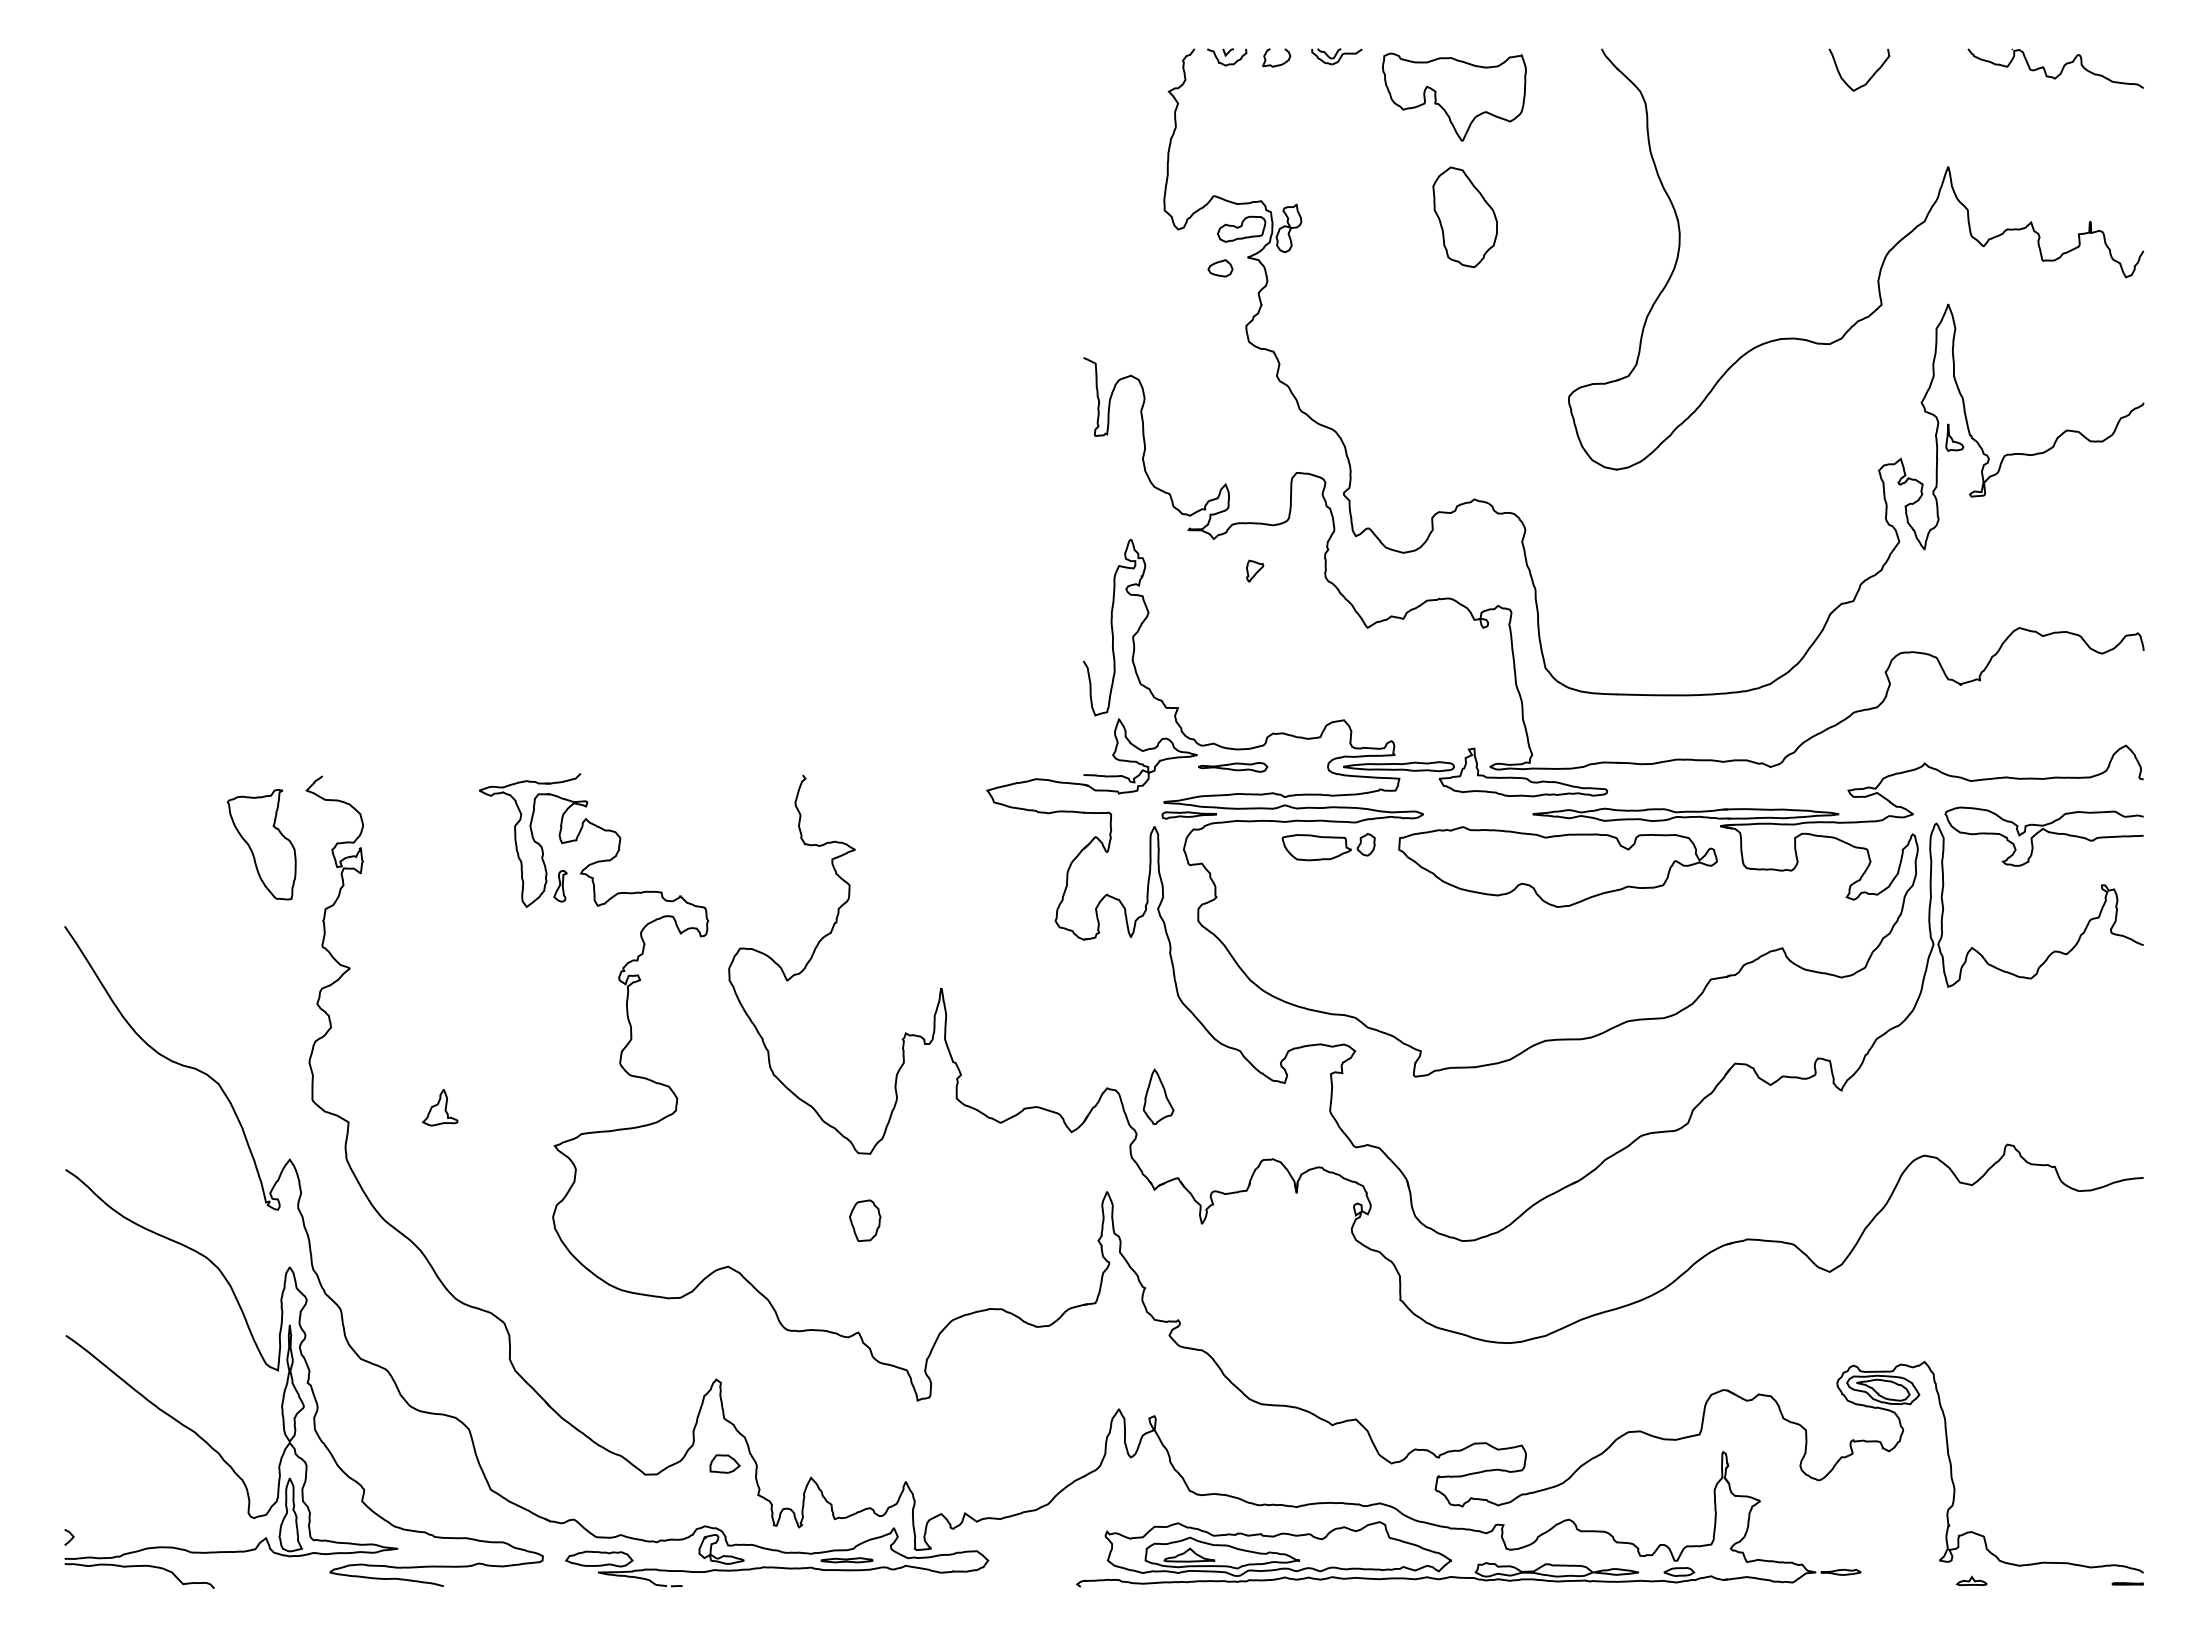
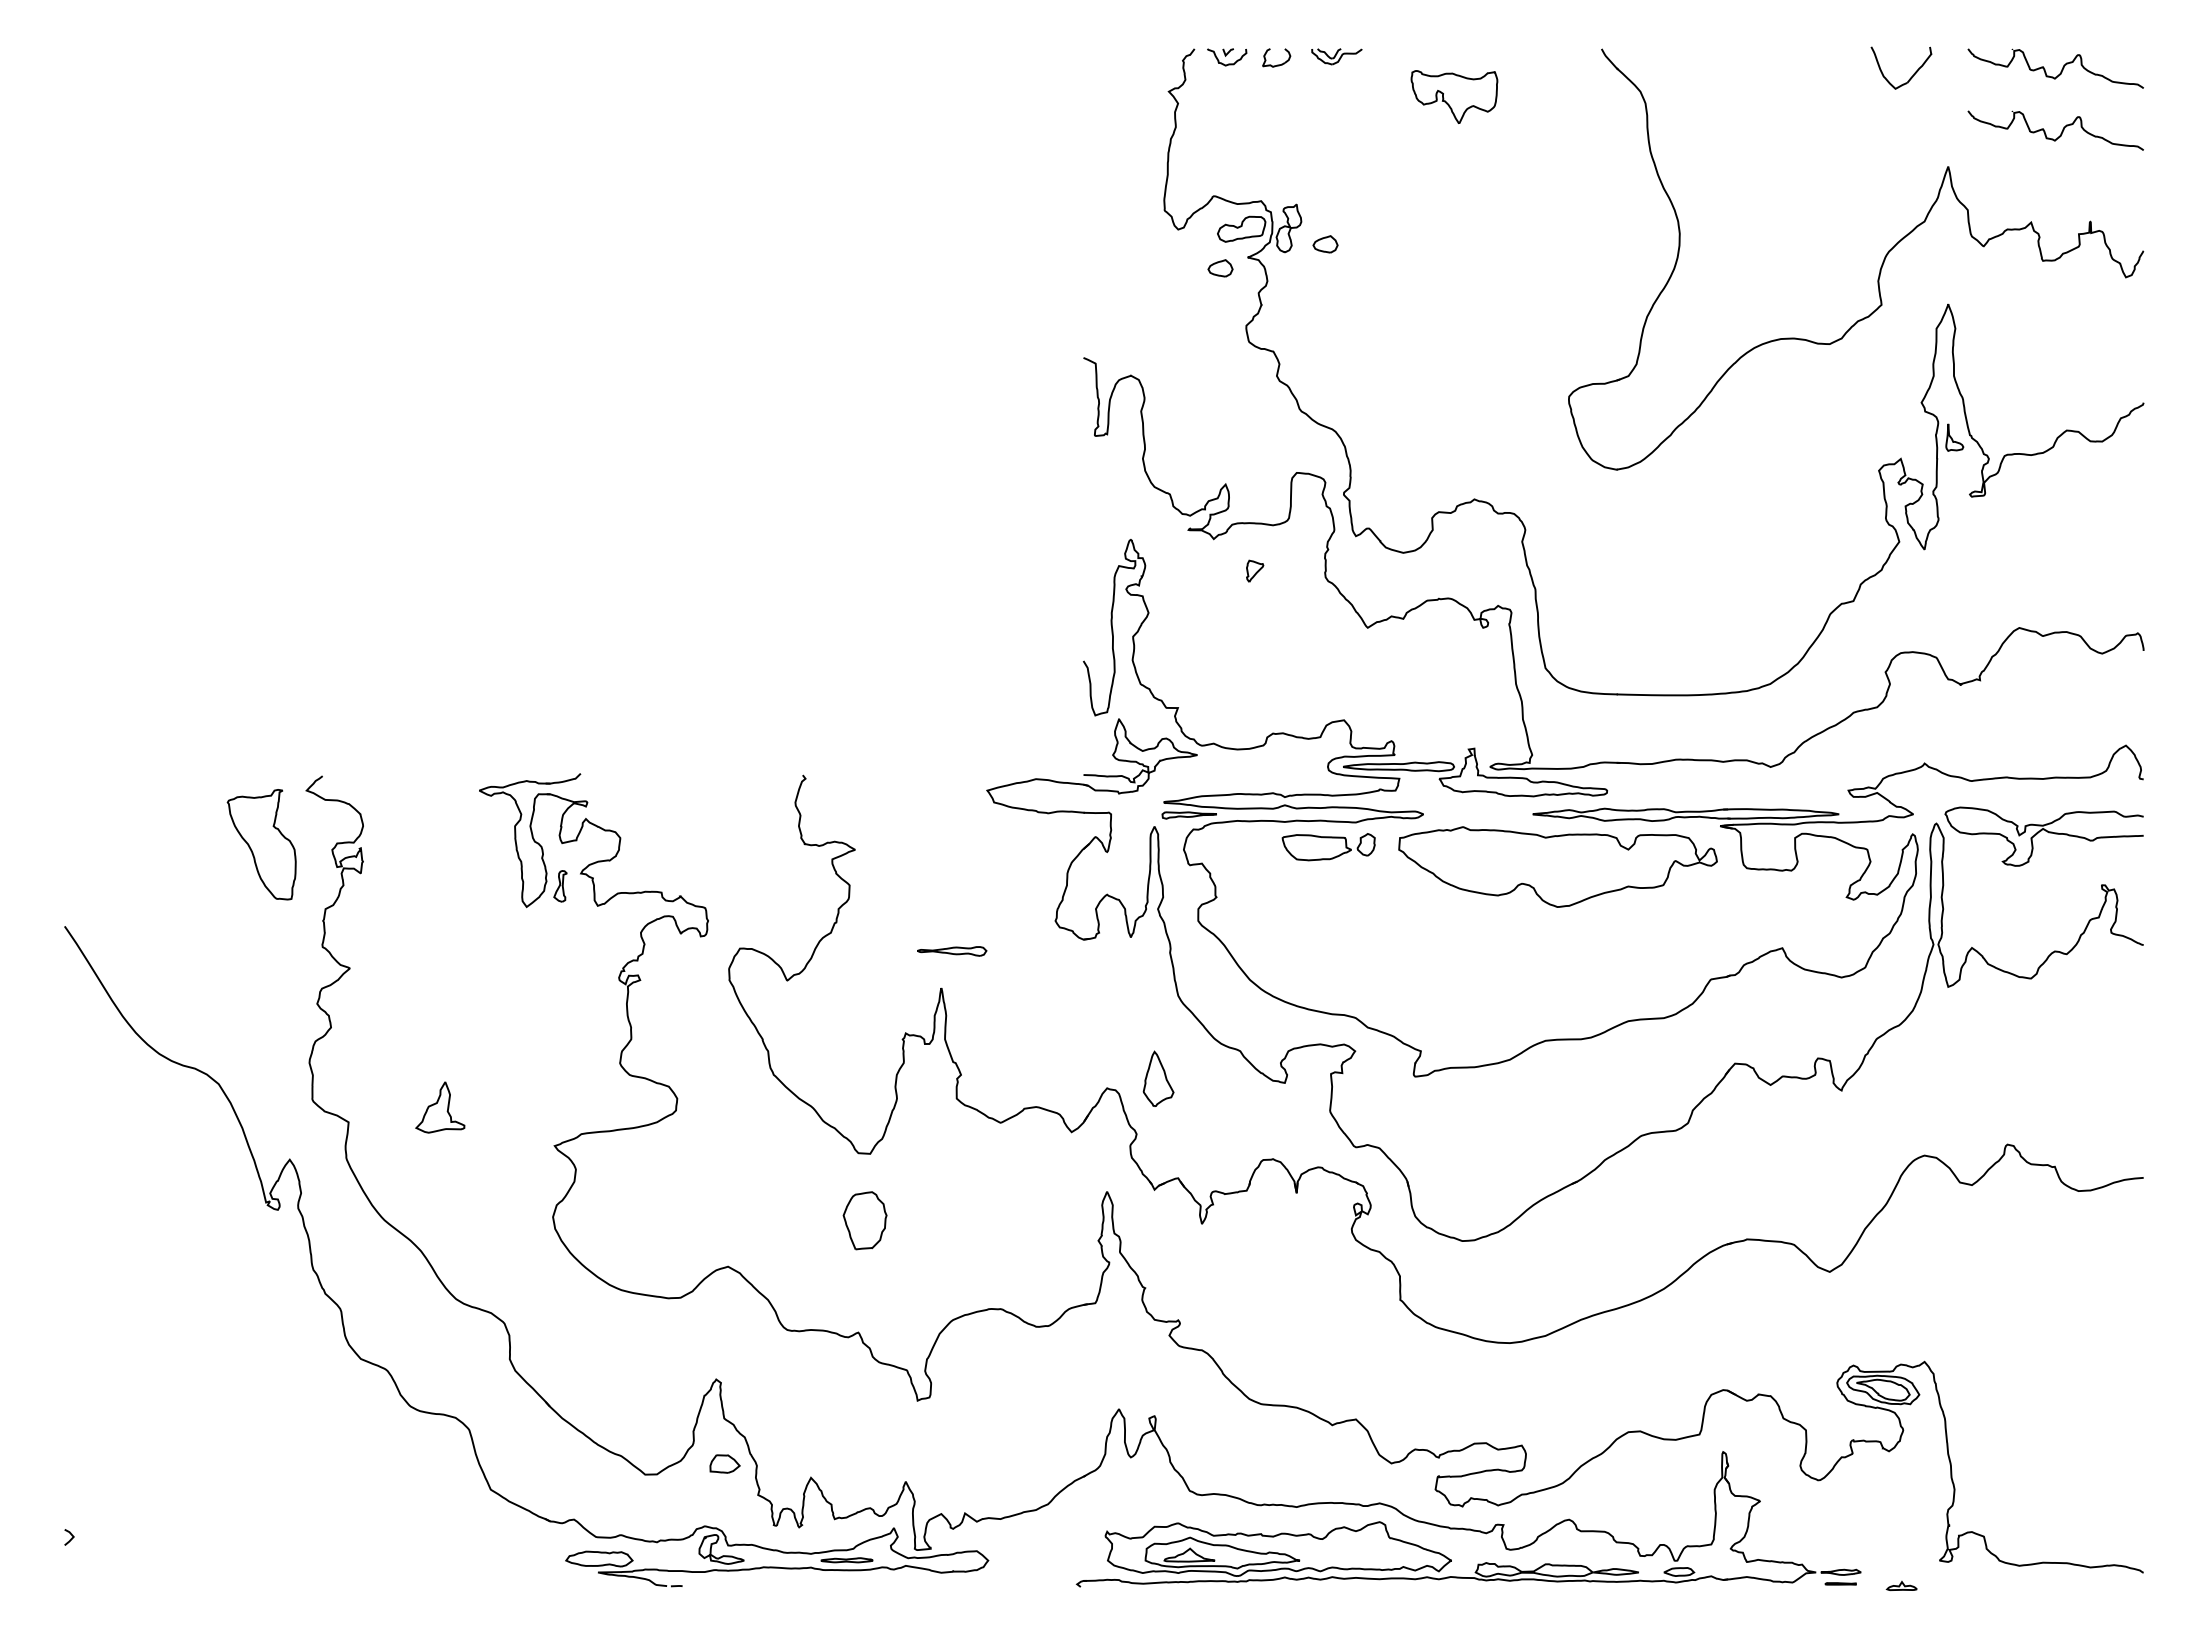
part at (1871, 75) position: (1871, 75) -> (1913, 73)
part at (1454, 96) size: 145x90 px -> 89x54 px
part at (2055, 130): none -> present
part at (1464, 217): present -> none
part at (1325, 244): none -> present
part at (1233, 767) position: (1233, 767) -> (952, 951)
part at (1158, 1096) position: (1158, 1096) -> (1158, 1078)
part at (439, 1107) size: 38x38 px -> 51x53 px
part at (865, 1220) size: 33x44 px -> 46x60 px
part at (303, 1378): present -> none
part at (1971, 1580) position: (1971, 1580) -> (1901, 1585)
line at (2127, 1583) position: (2127, 1583) -> (1840, 1583)
